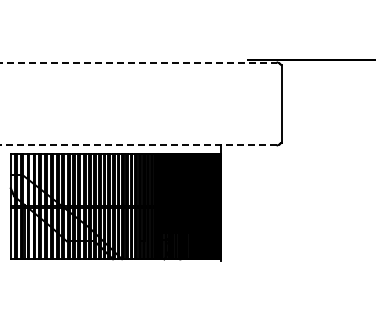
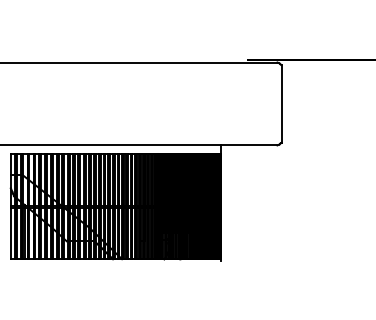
line at (138, 62): dashed -> solid
line at (138, 145): dashed -> solid
